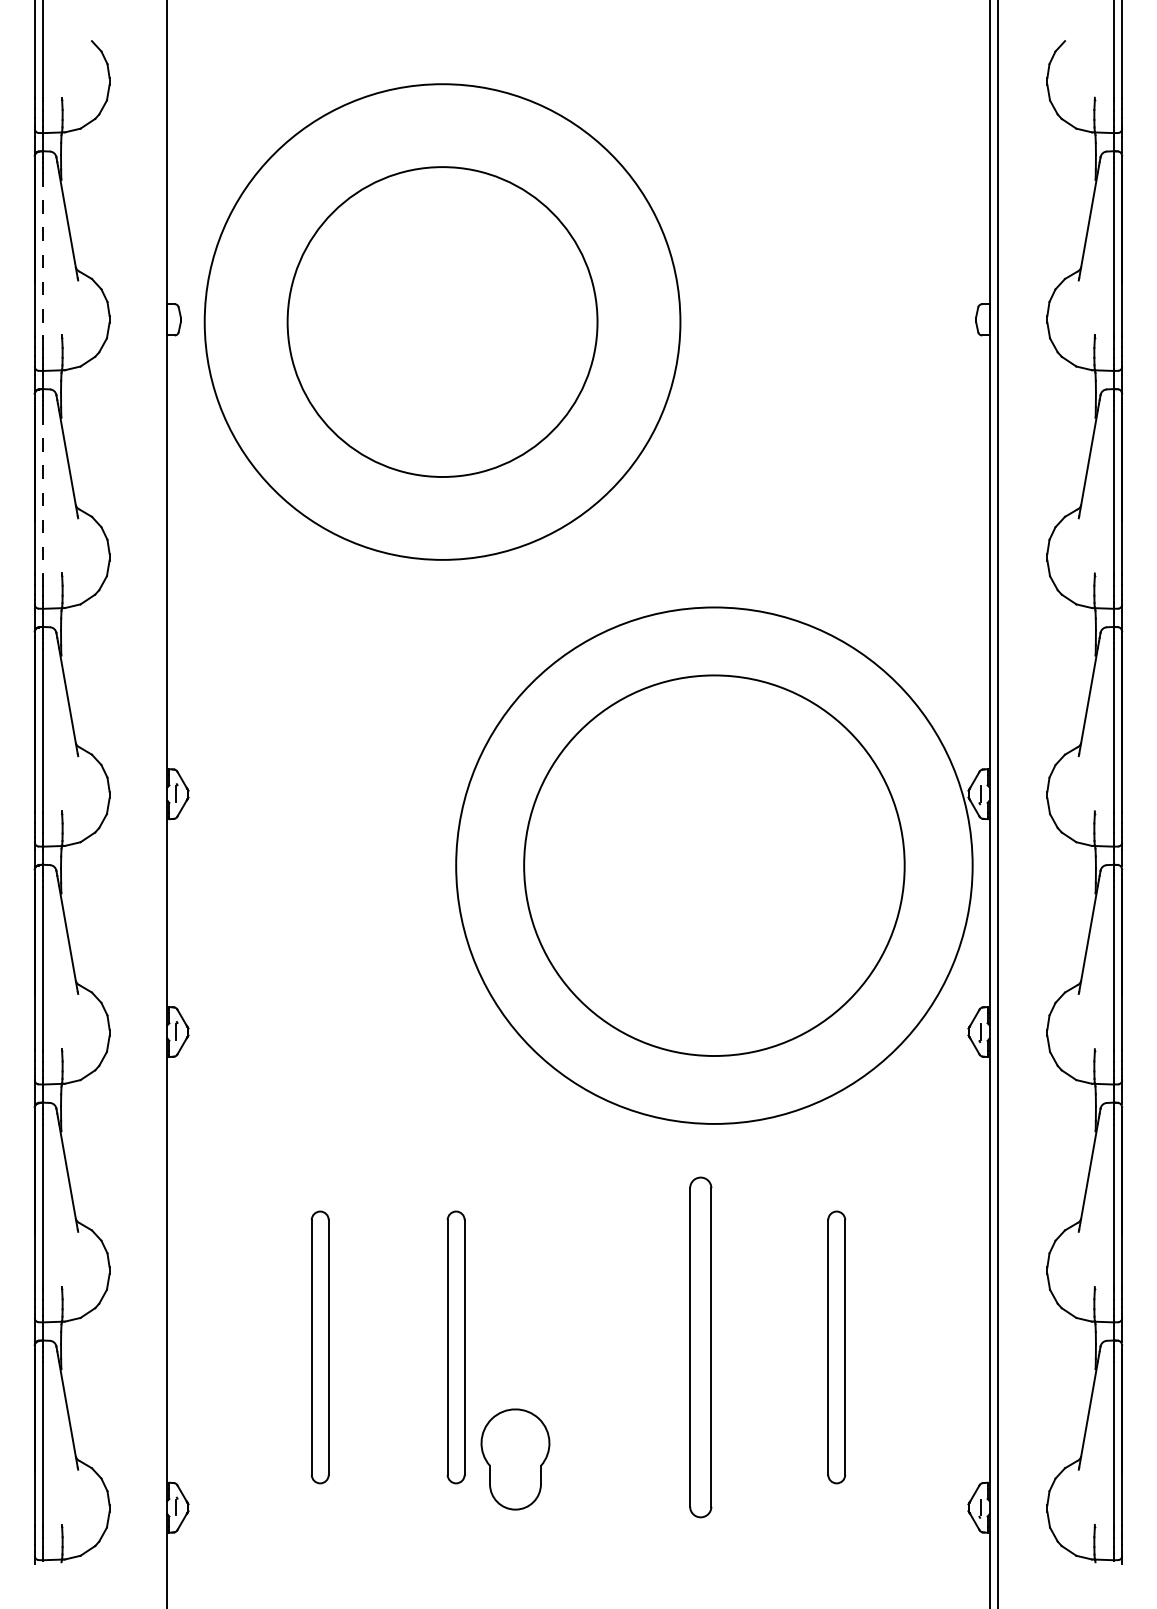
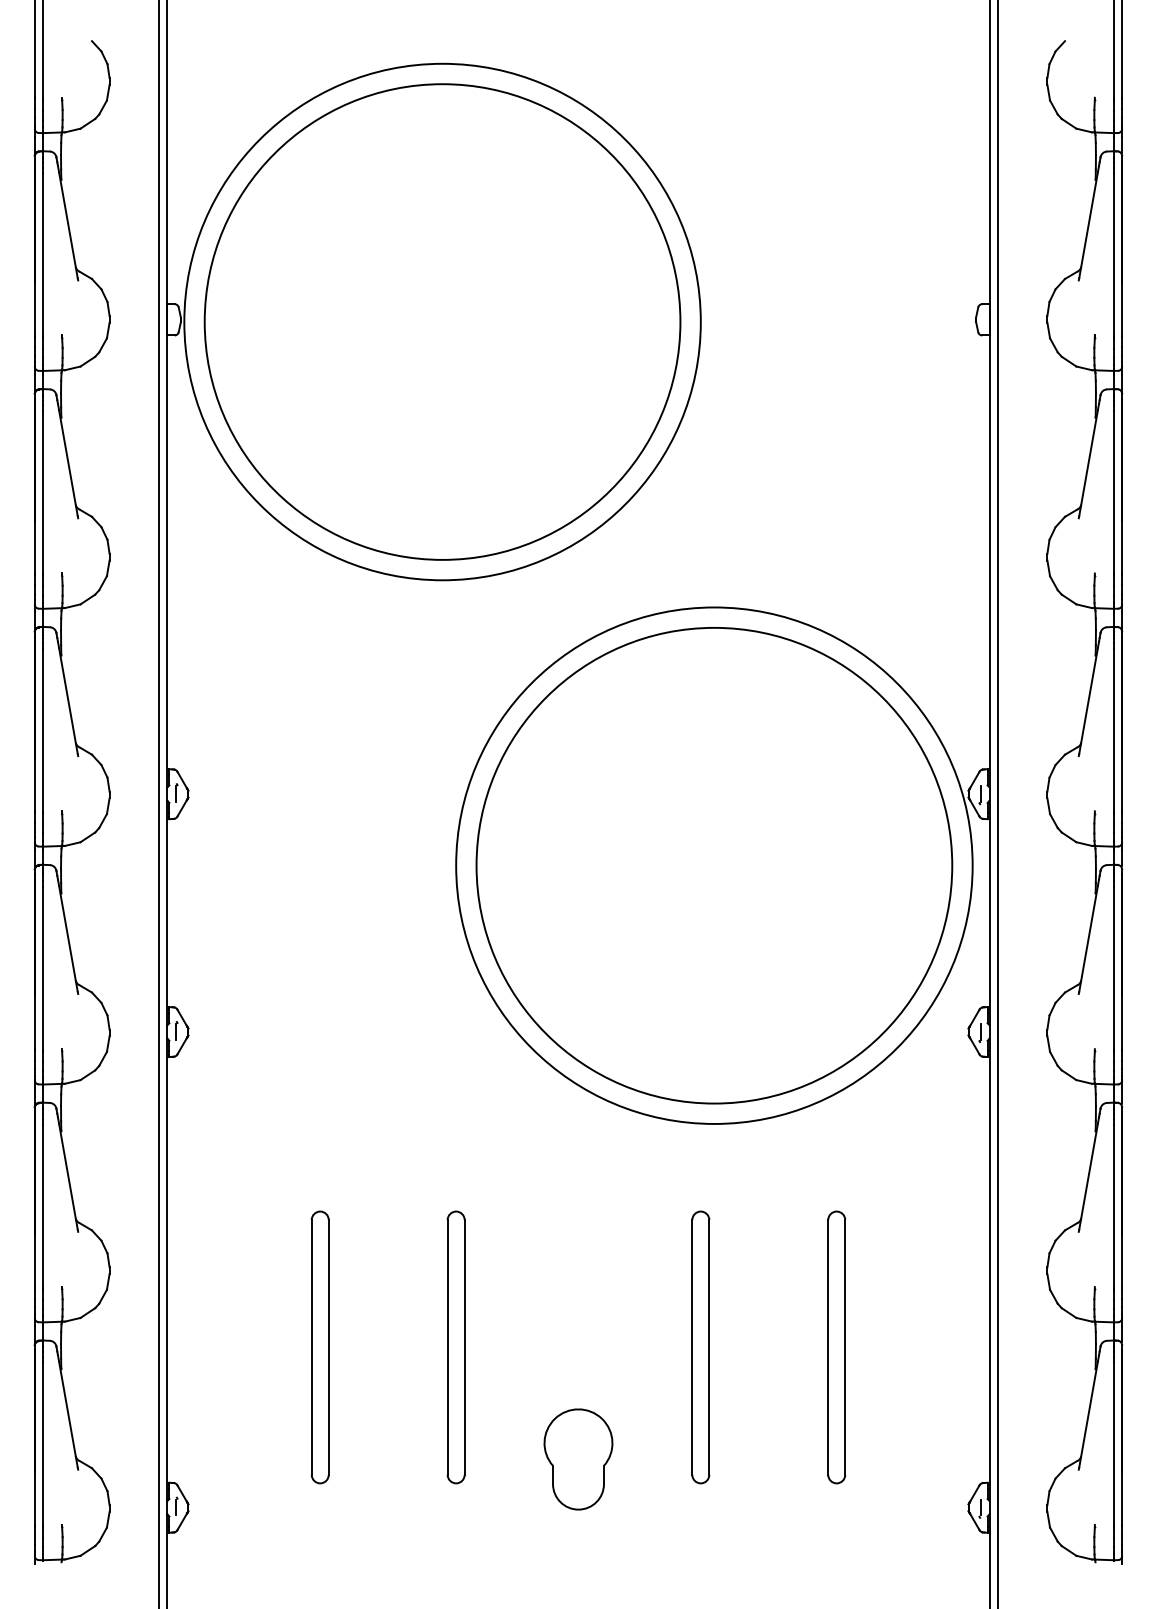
line at (42, 254): dashed -> solid
circle at (442, 322) diameter: 310 px -> 516 px
line at (42, 492): dashed -> solid
line at (158, 803): none -> present
circle at (714, 865) diameter: 381 px -> 476 px
part at (700, 1347) size: 24x343 px -> 20x275 px
part at (515, 1459) position: (515, 1459) -> (578, 1459)
